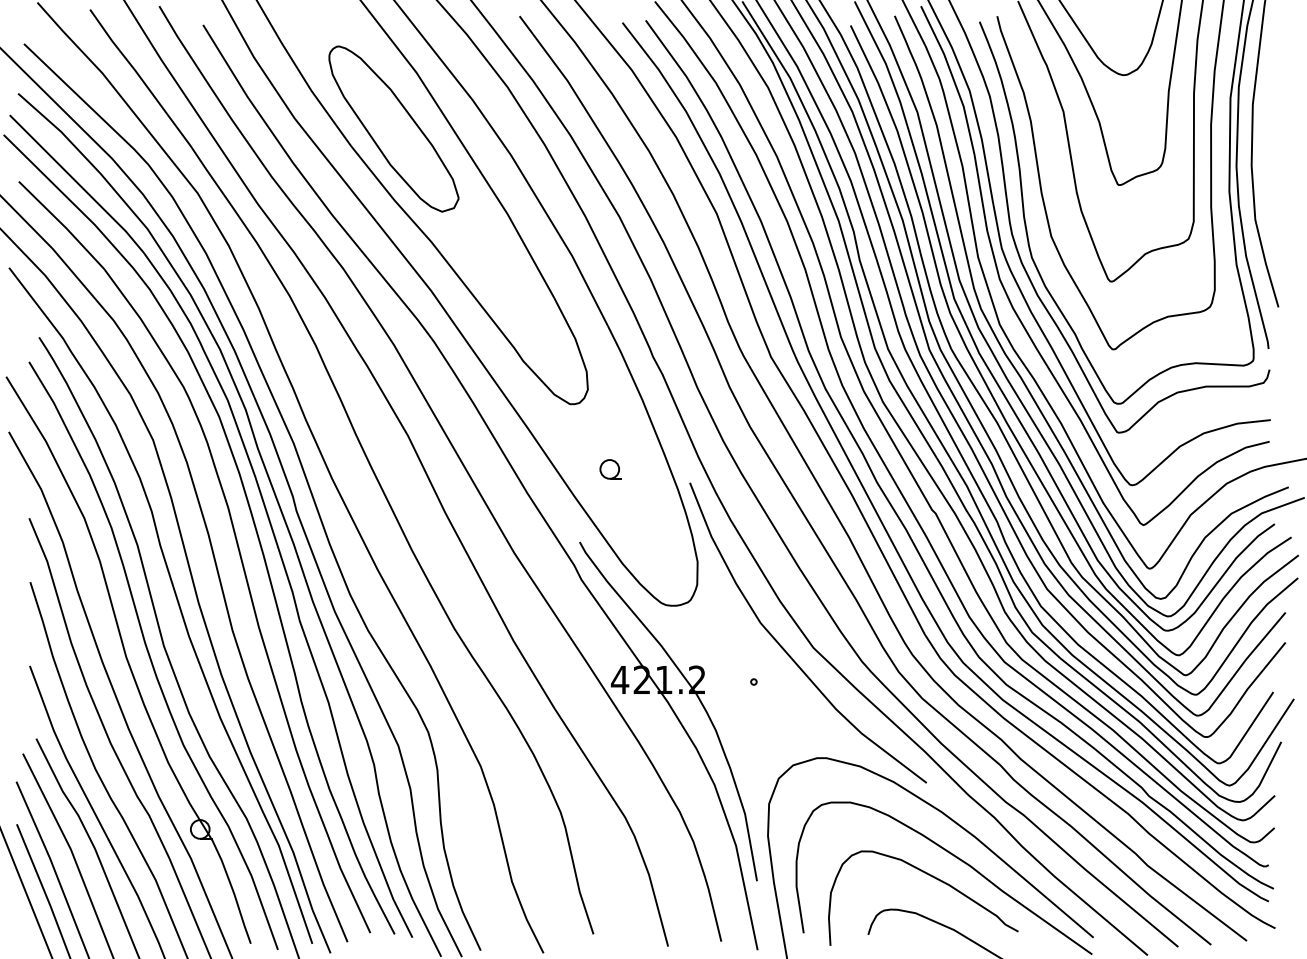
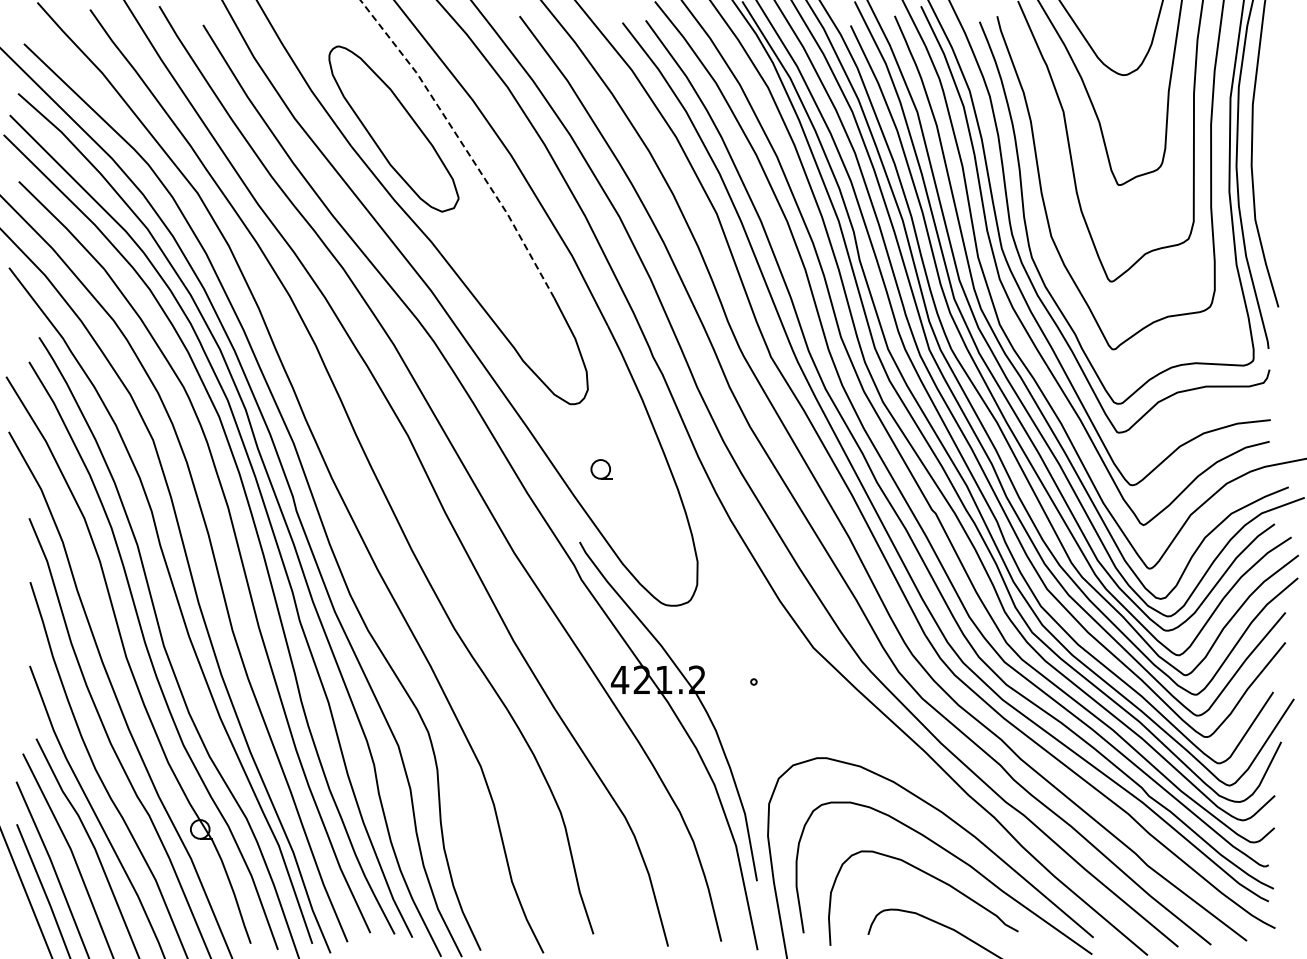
line at (463, 145): solid -> dashed
part at (610, 469) position: (610, 469) -> (601, 469)
curve at (785, 649): present -> none
